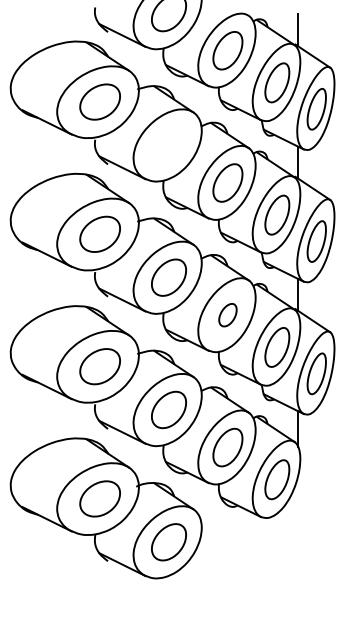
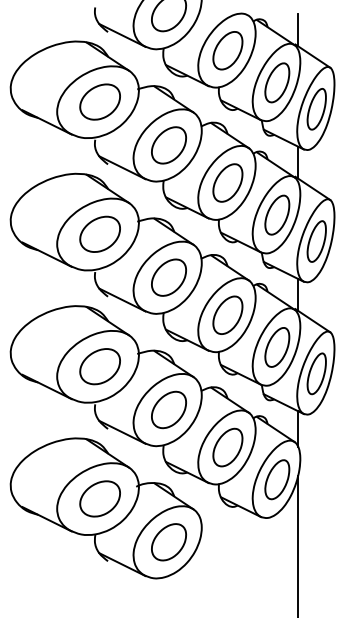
part at (168, 145): none -> present
part at (227, 315) size: 20x25 px -> 32x40 px
line at (297, 544): none -> present
